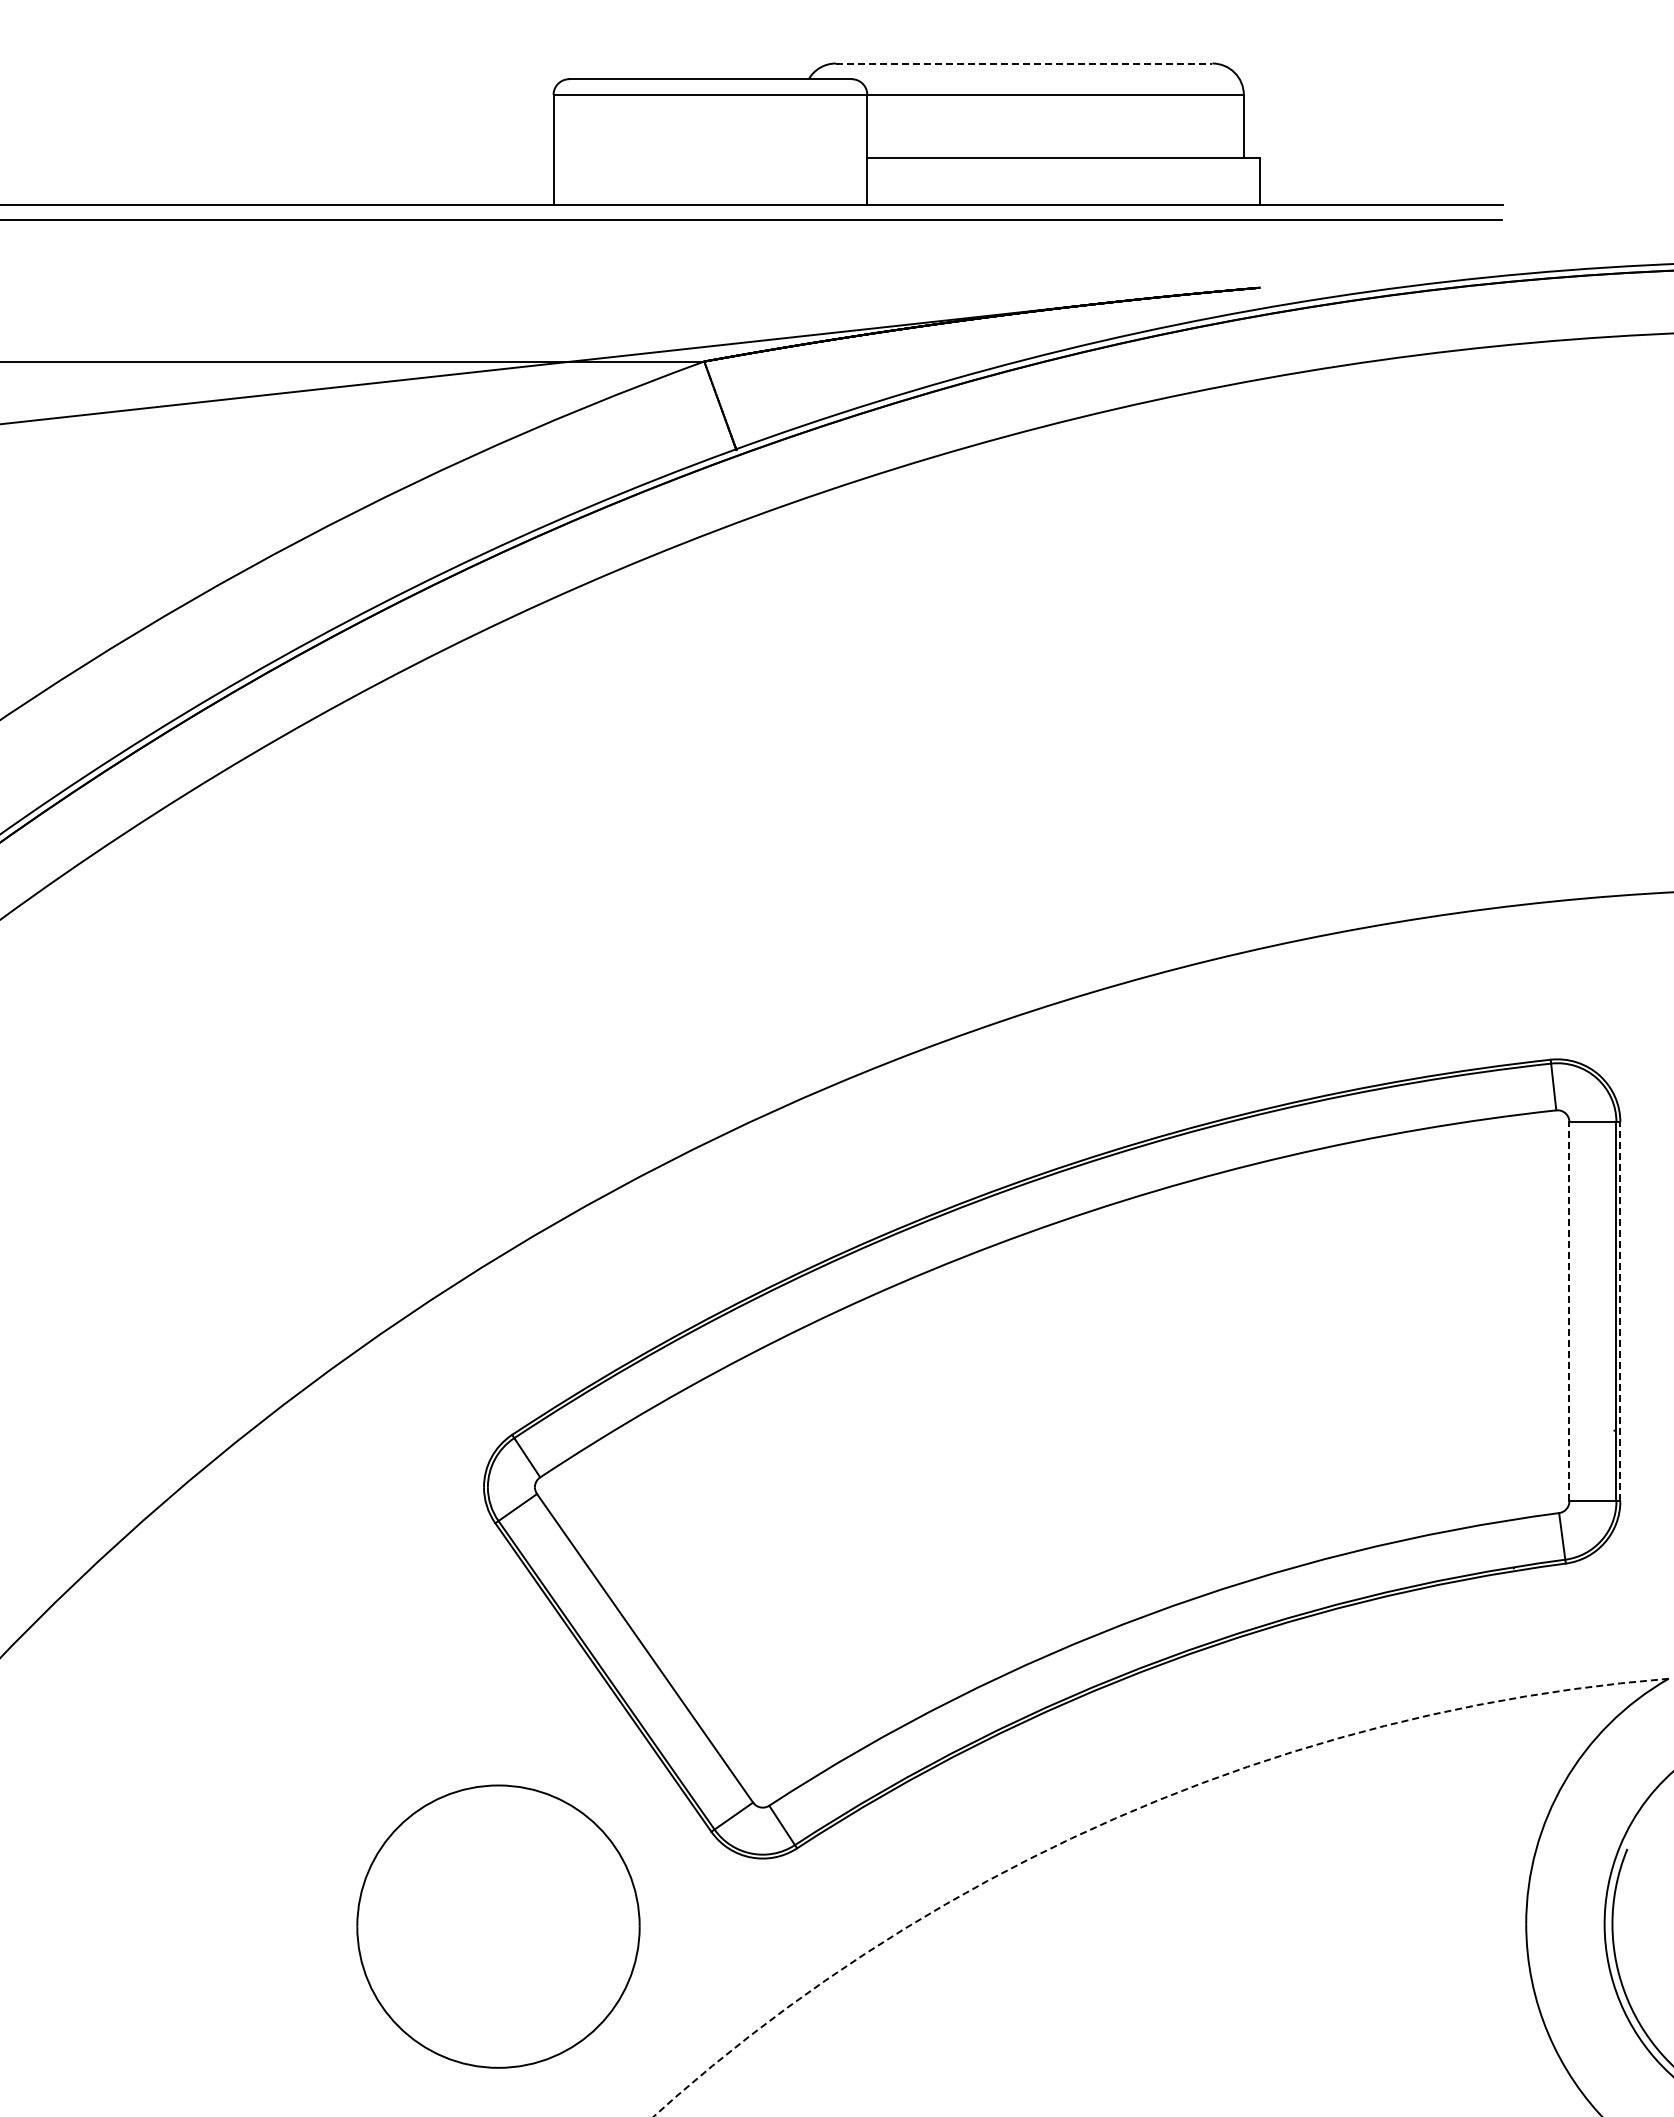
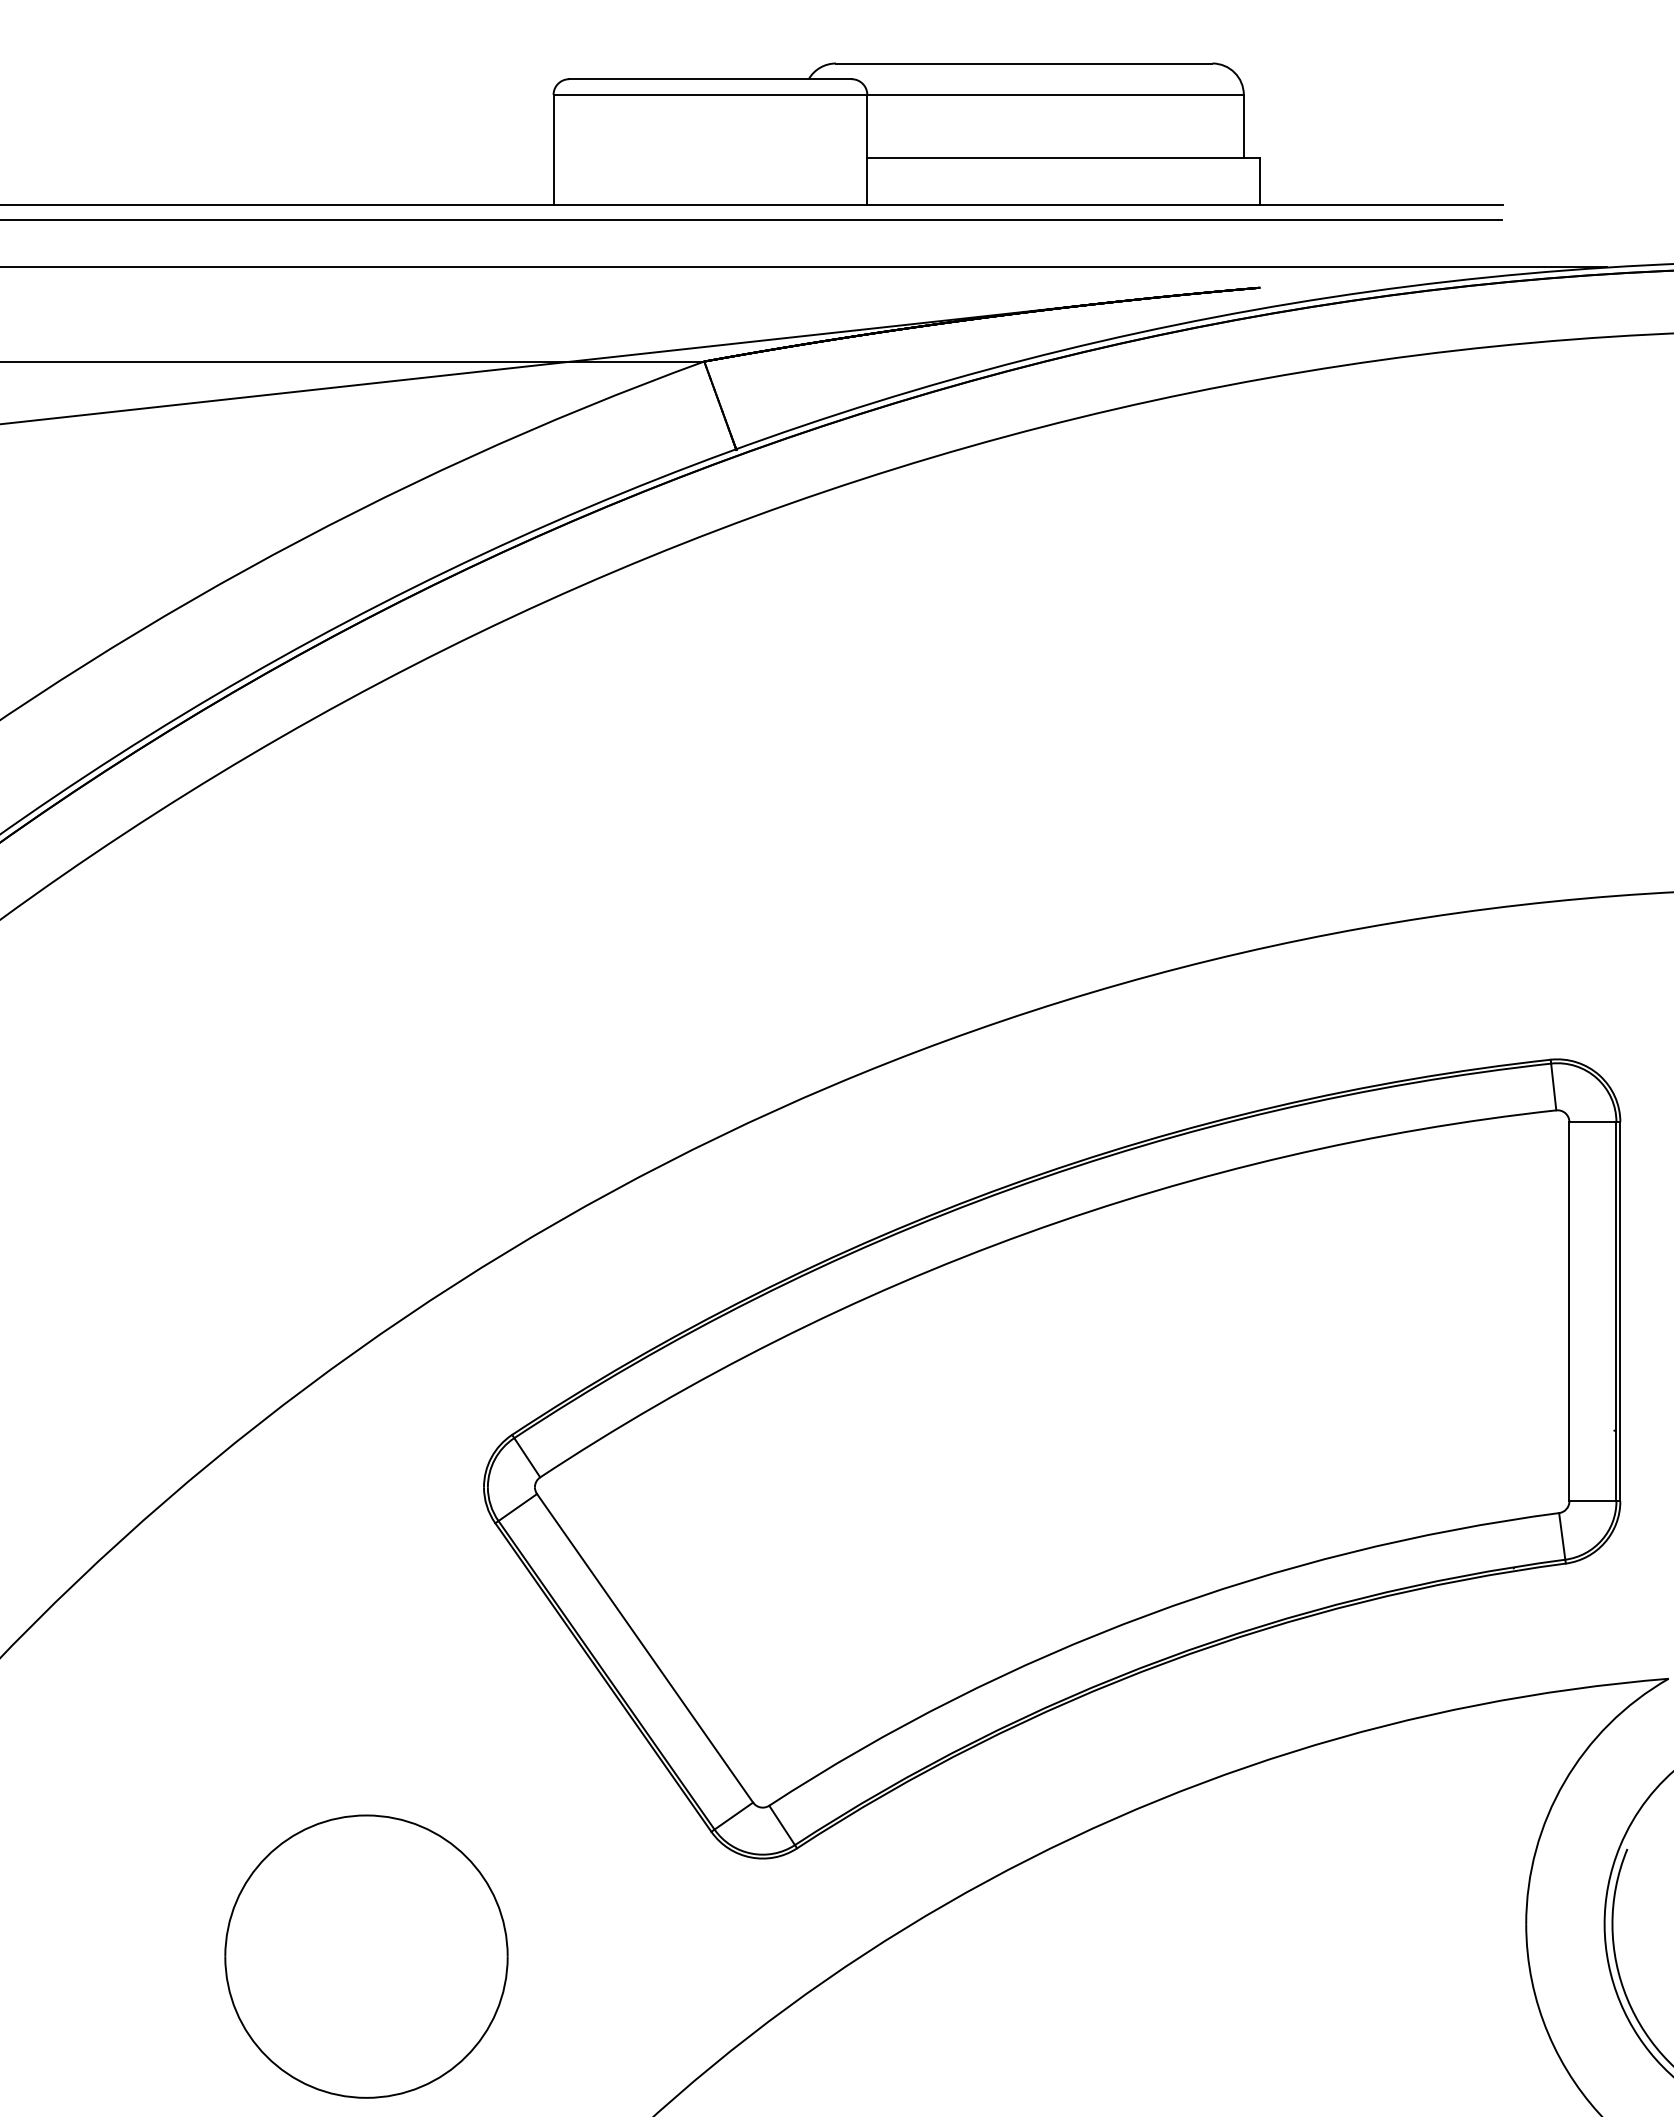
line at (1024, 63): dashed -> solid
line at (804, 267): none -> present
line at (1569, 1311): dashed -> solid
line at (1620, 1311): dashed -> solid
arc at (1125, 1814): dashed -> solid
part at (498, 1926) position: (498, 1926) -> (366, 1956)
